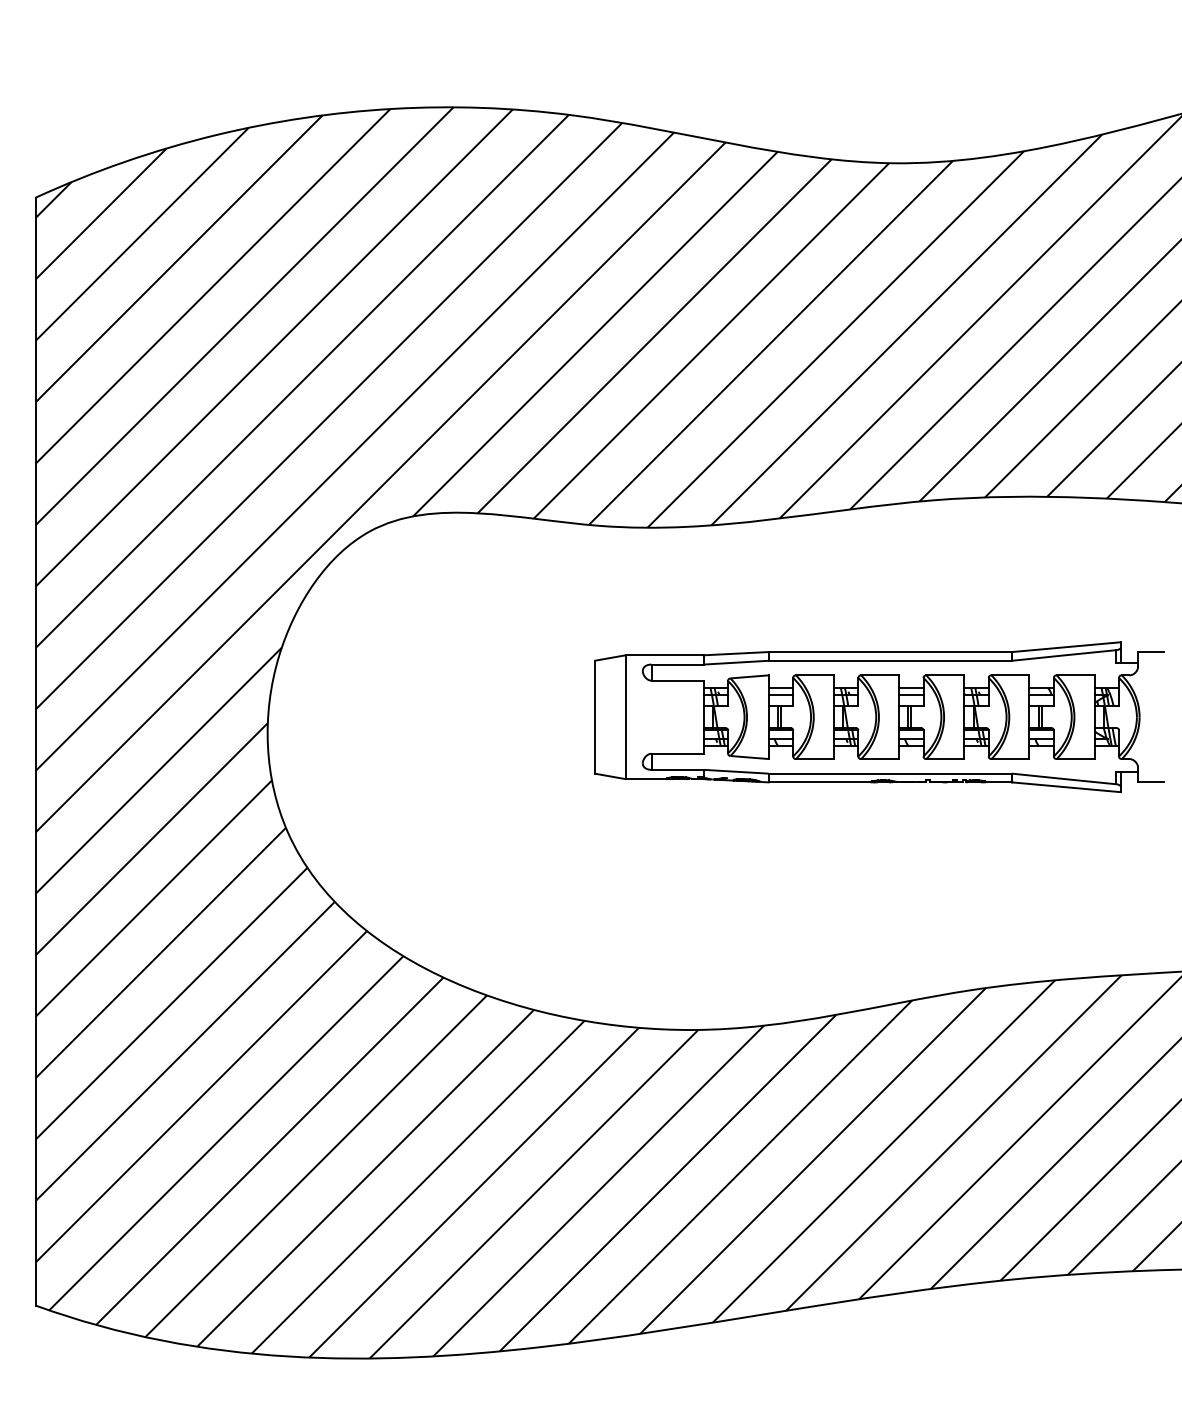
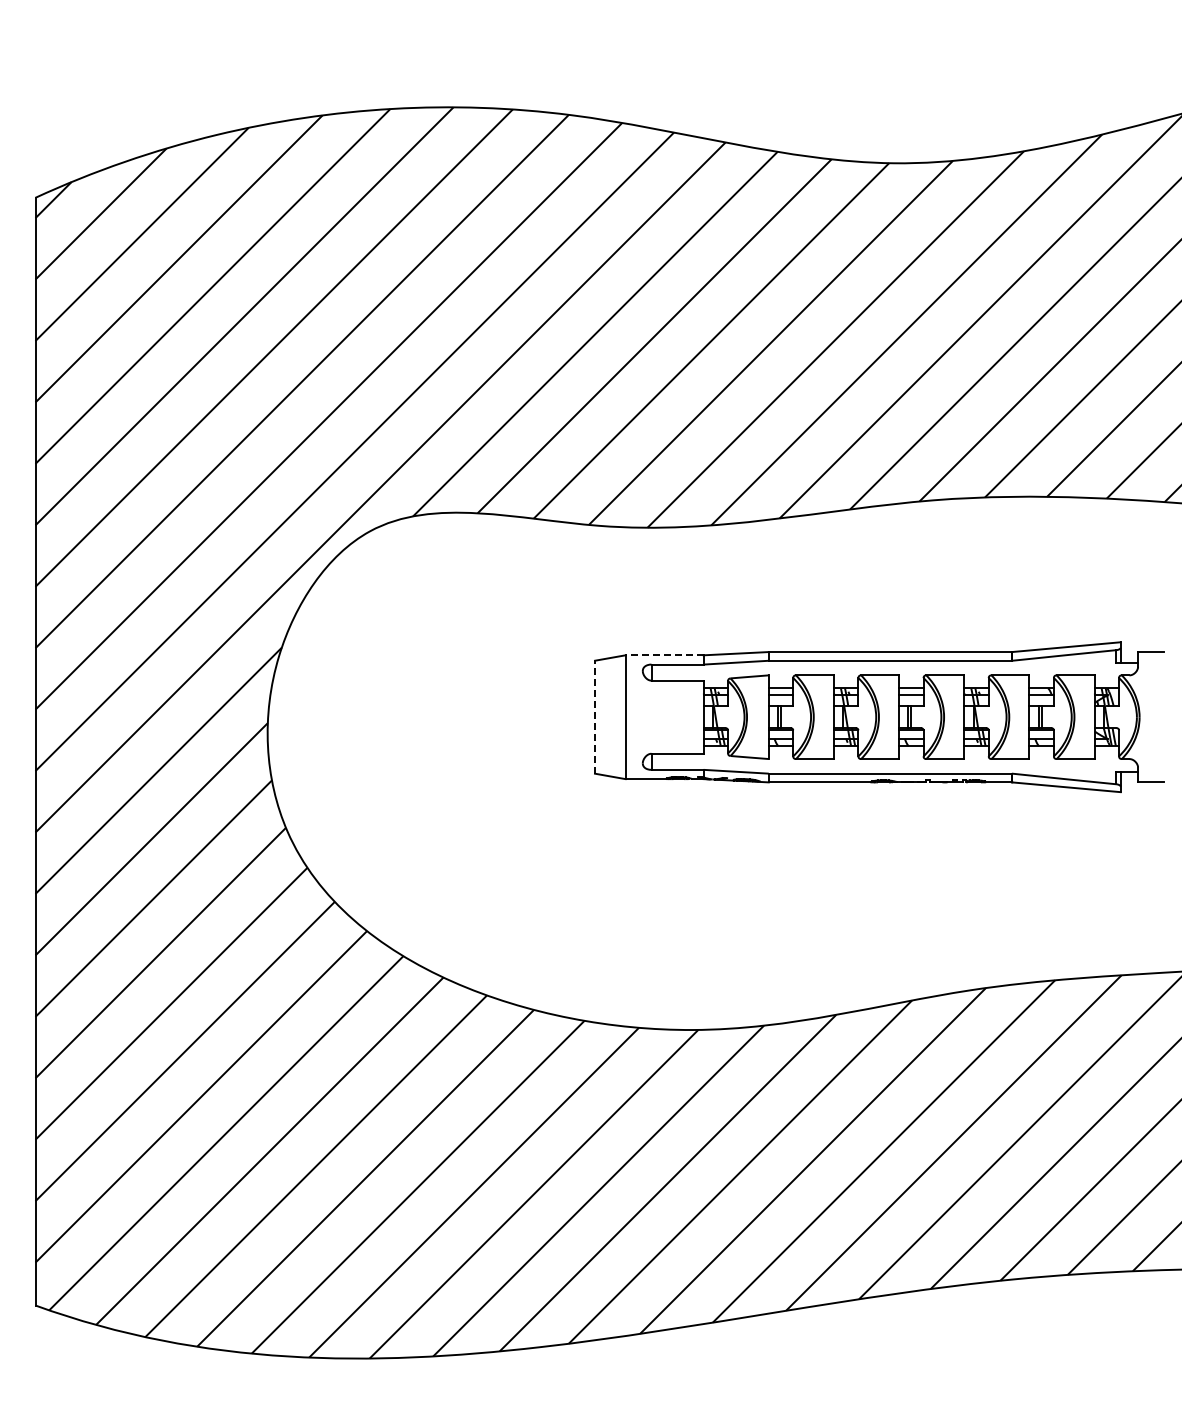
line at (664, 655): solid -> dashed
line at (595, 716): solid -> dashed
